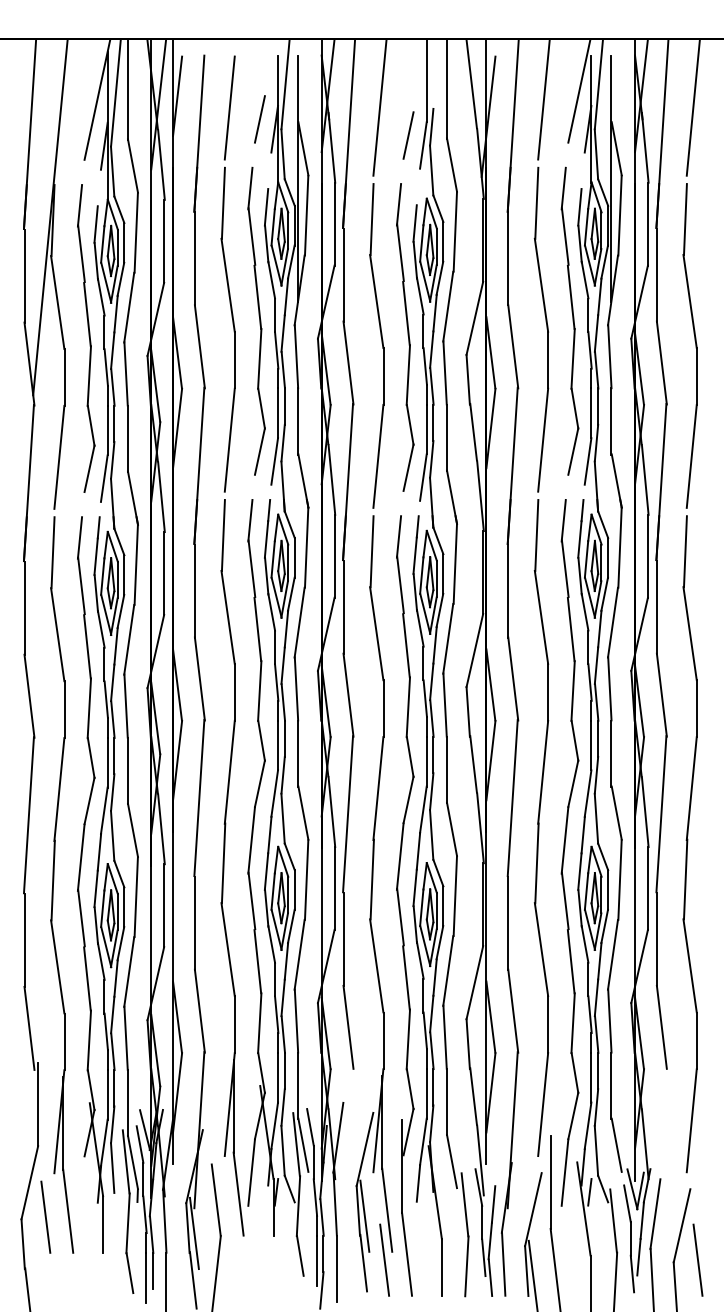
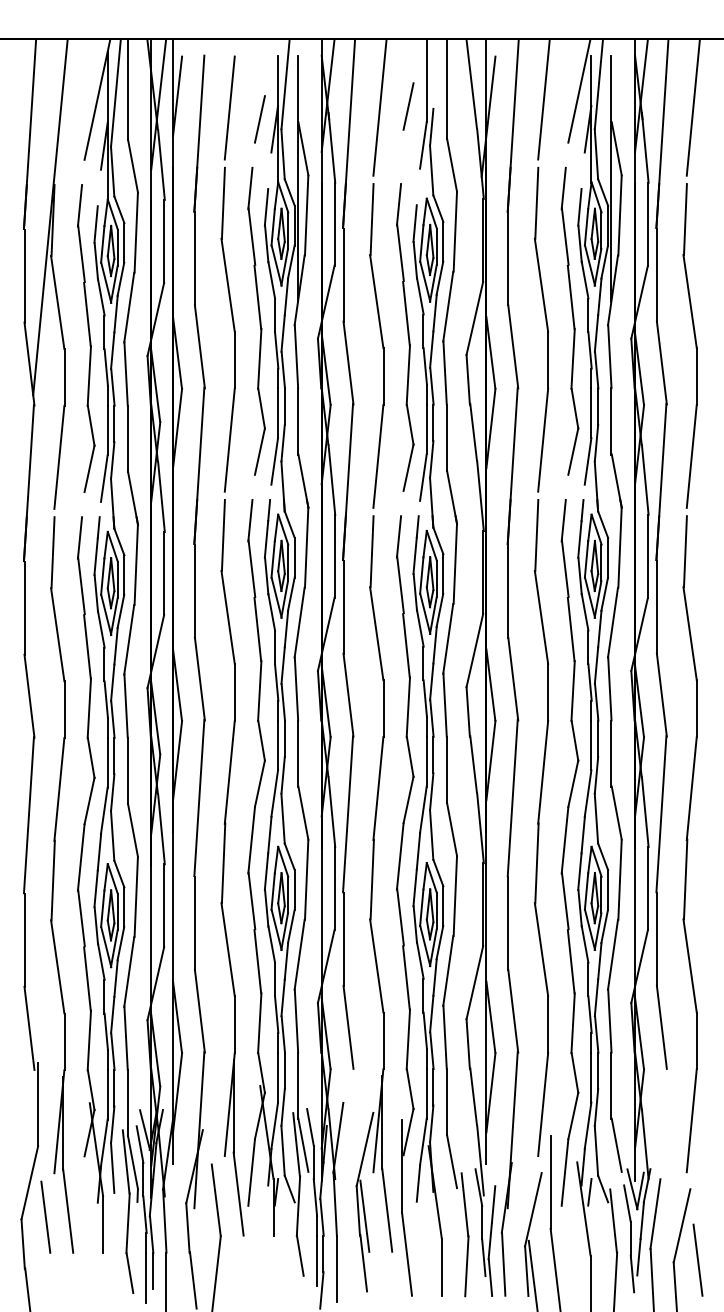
line at (408, 135) position: (408, 135) -> (408, 106)
line at (194, 1233): present -> none
line at (384, 1259): present -> none
